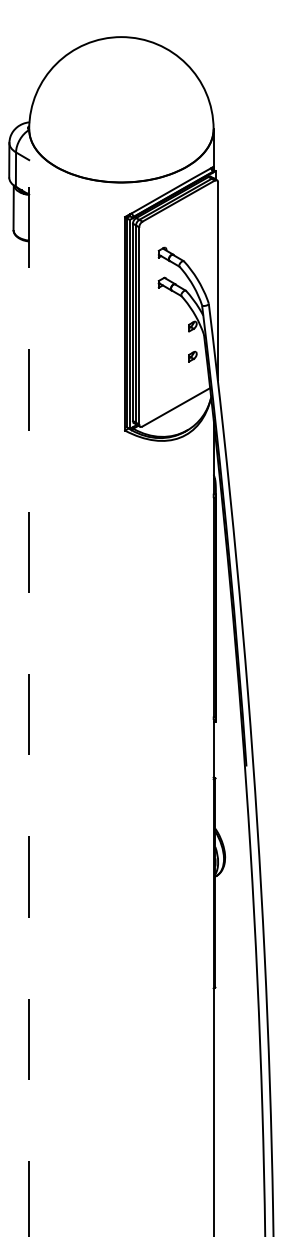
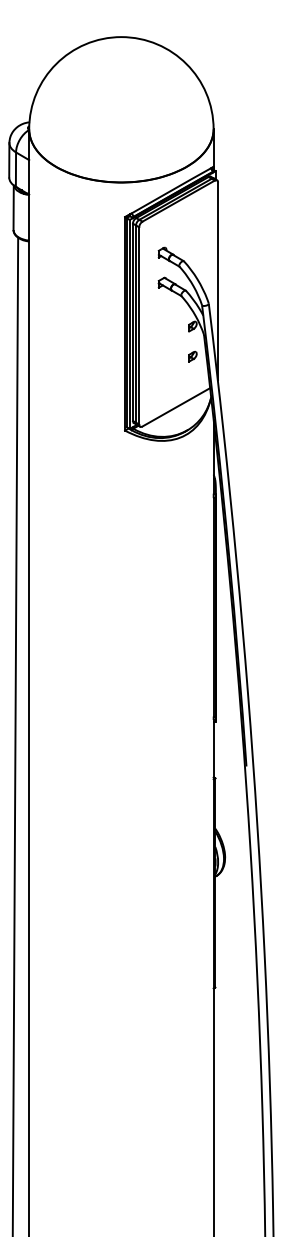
line at (29, 683): dashed -> solid
line at (15, 735): none -> present
